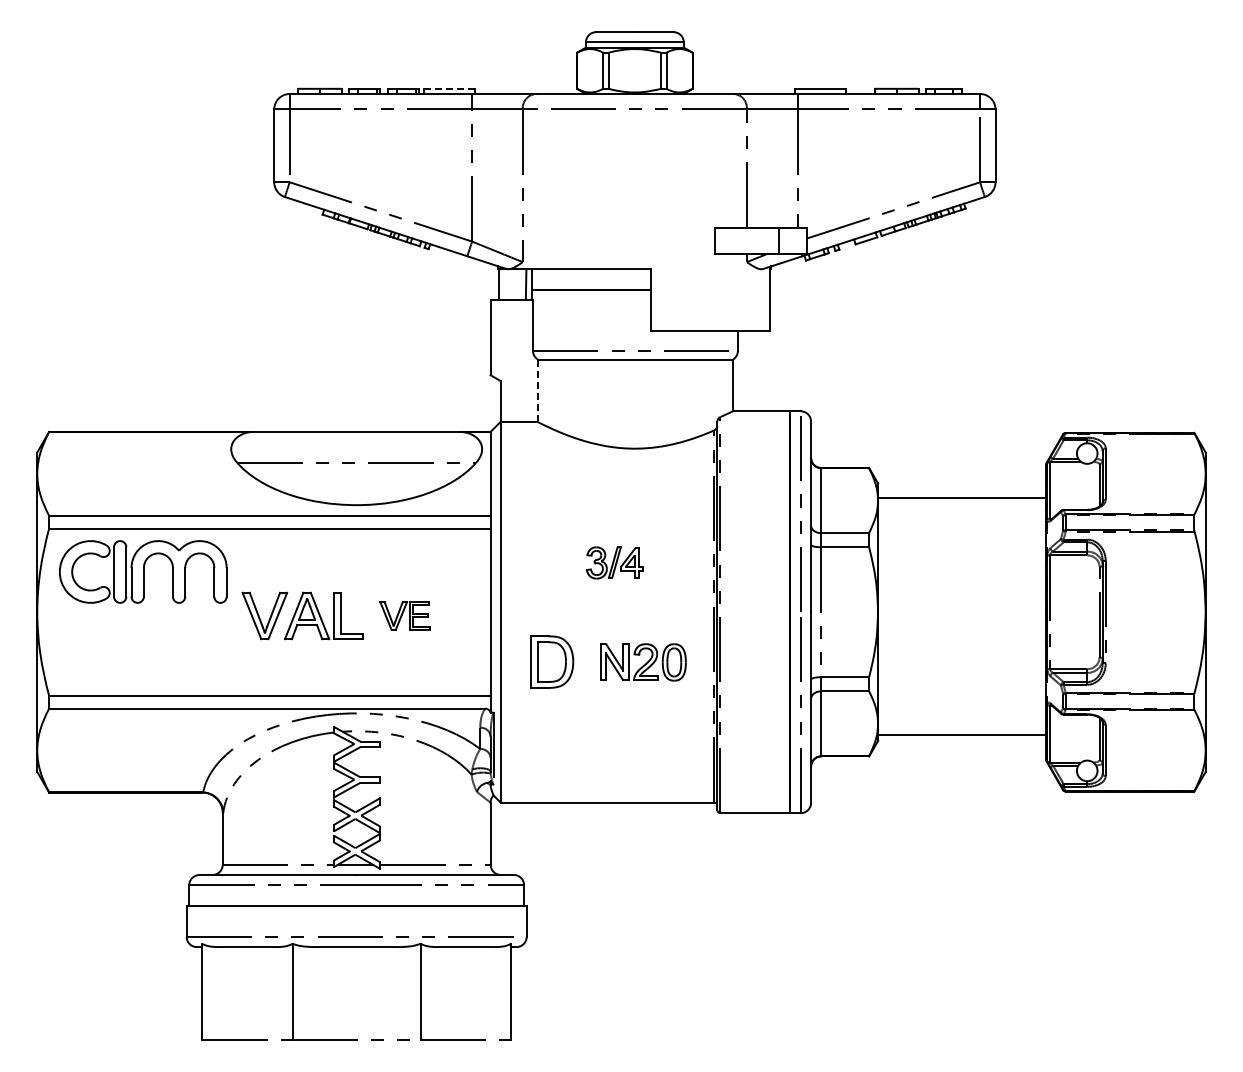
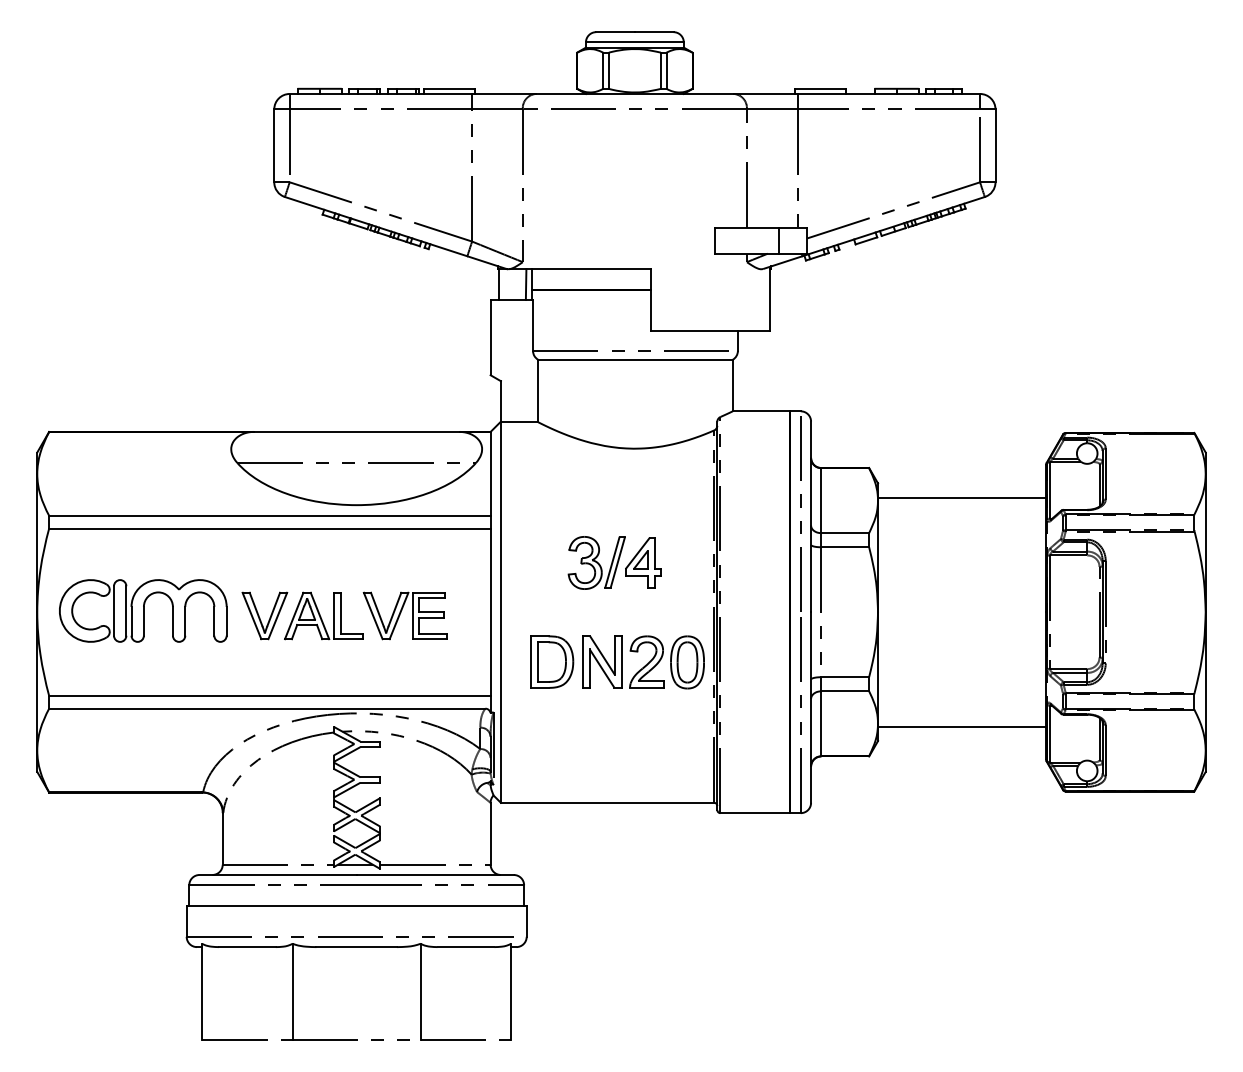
line at (449, 88): dashed -> solid
line at (538, 391): dashed -> solid
part at (614, 562) size: 58x34 px -> 95x54 px
part at (143, 571) position: (143, 571) -> (143, 610)
part at (404, 615) size: 52x30 px -> 86x50 px
part at (643, 662) size: 87x39 px -> 123x55 px
line at (962, 734) position: (962, 734) -> (962, 726)
